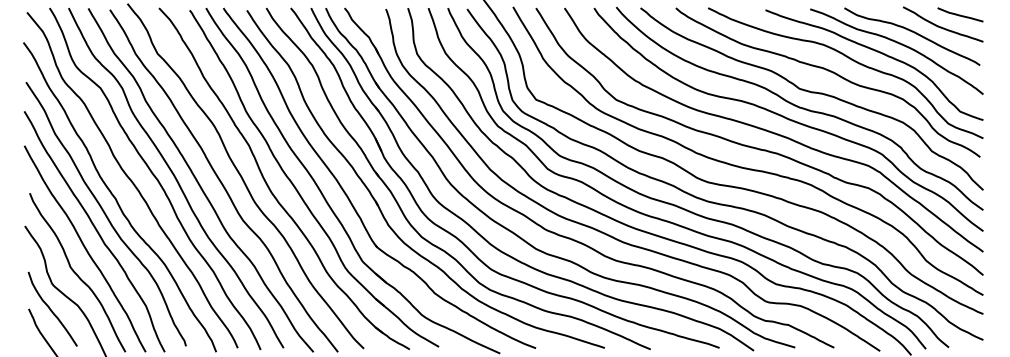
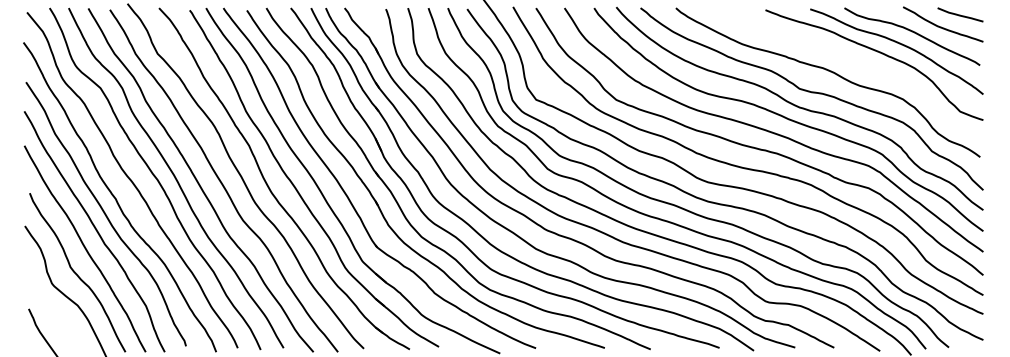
curve at (851, 60): present -> none
curve at (51, 309): present -> none
